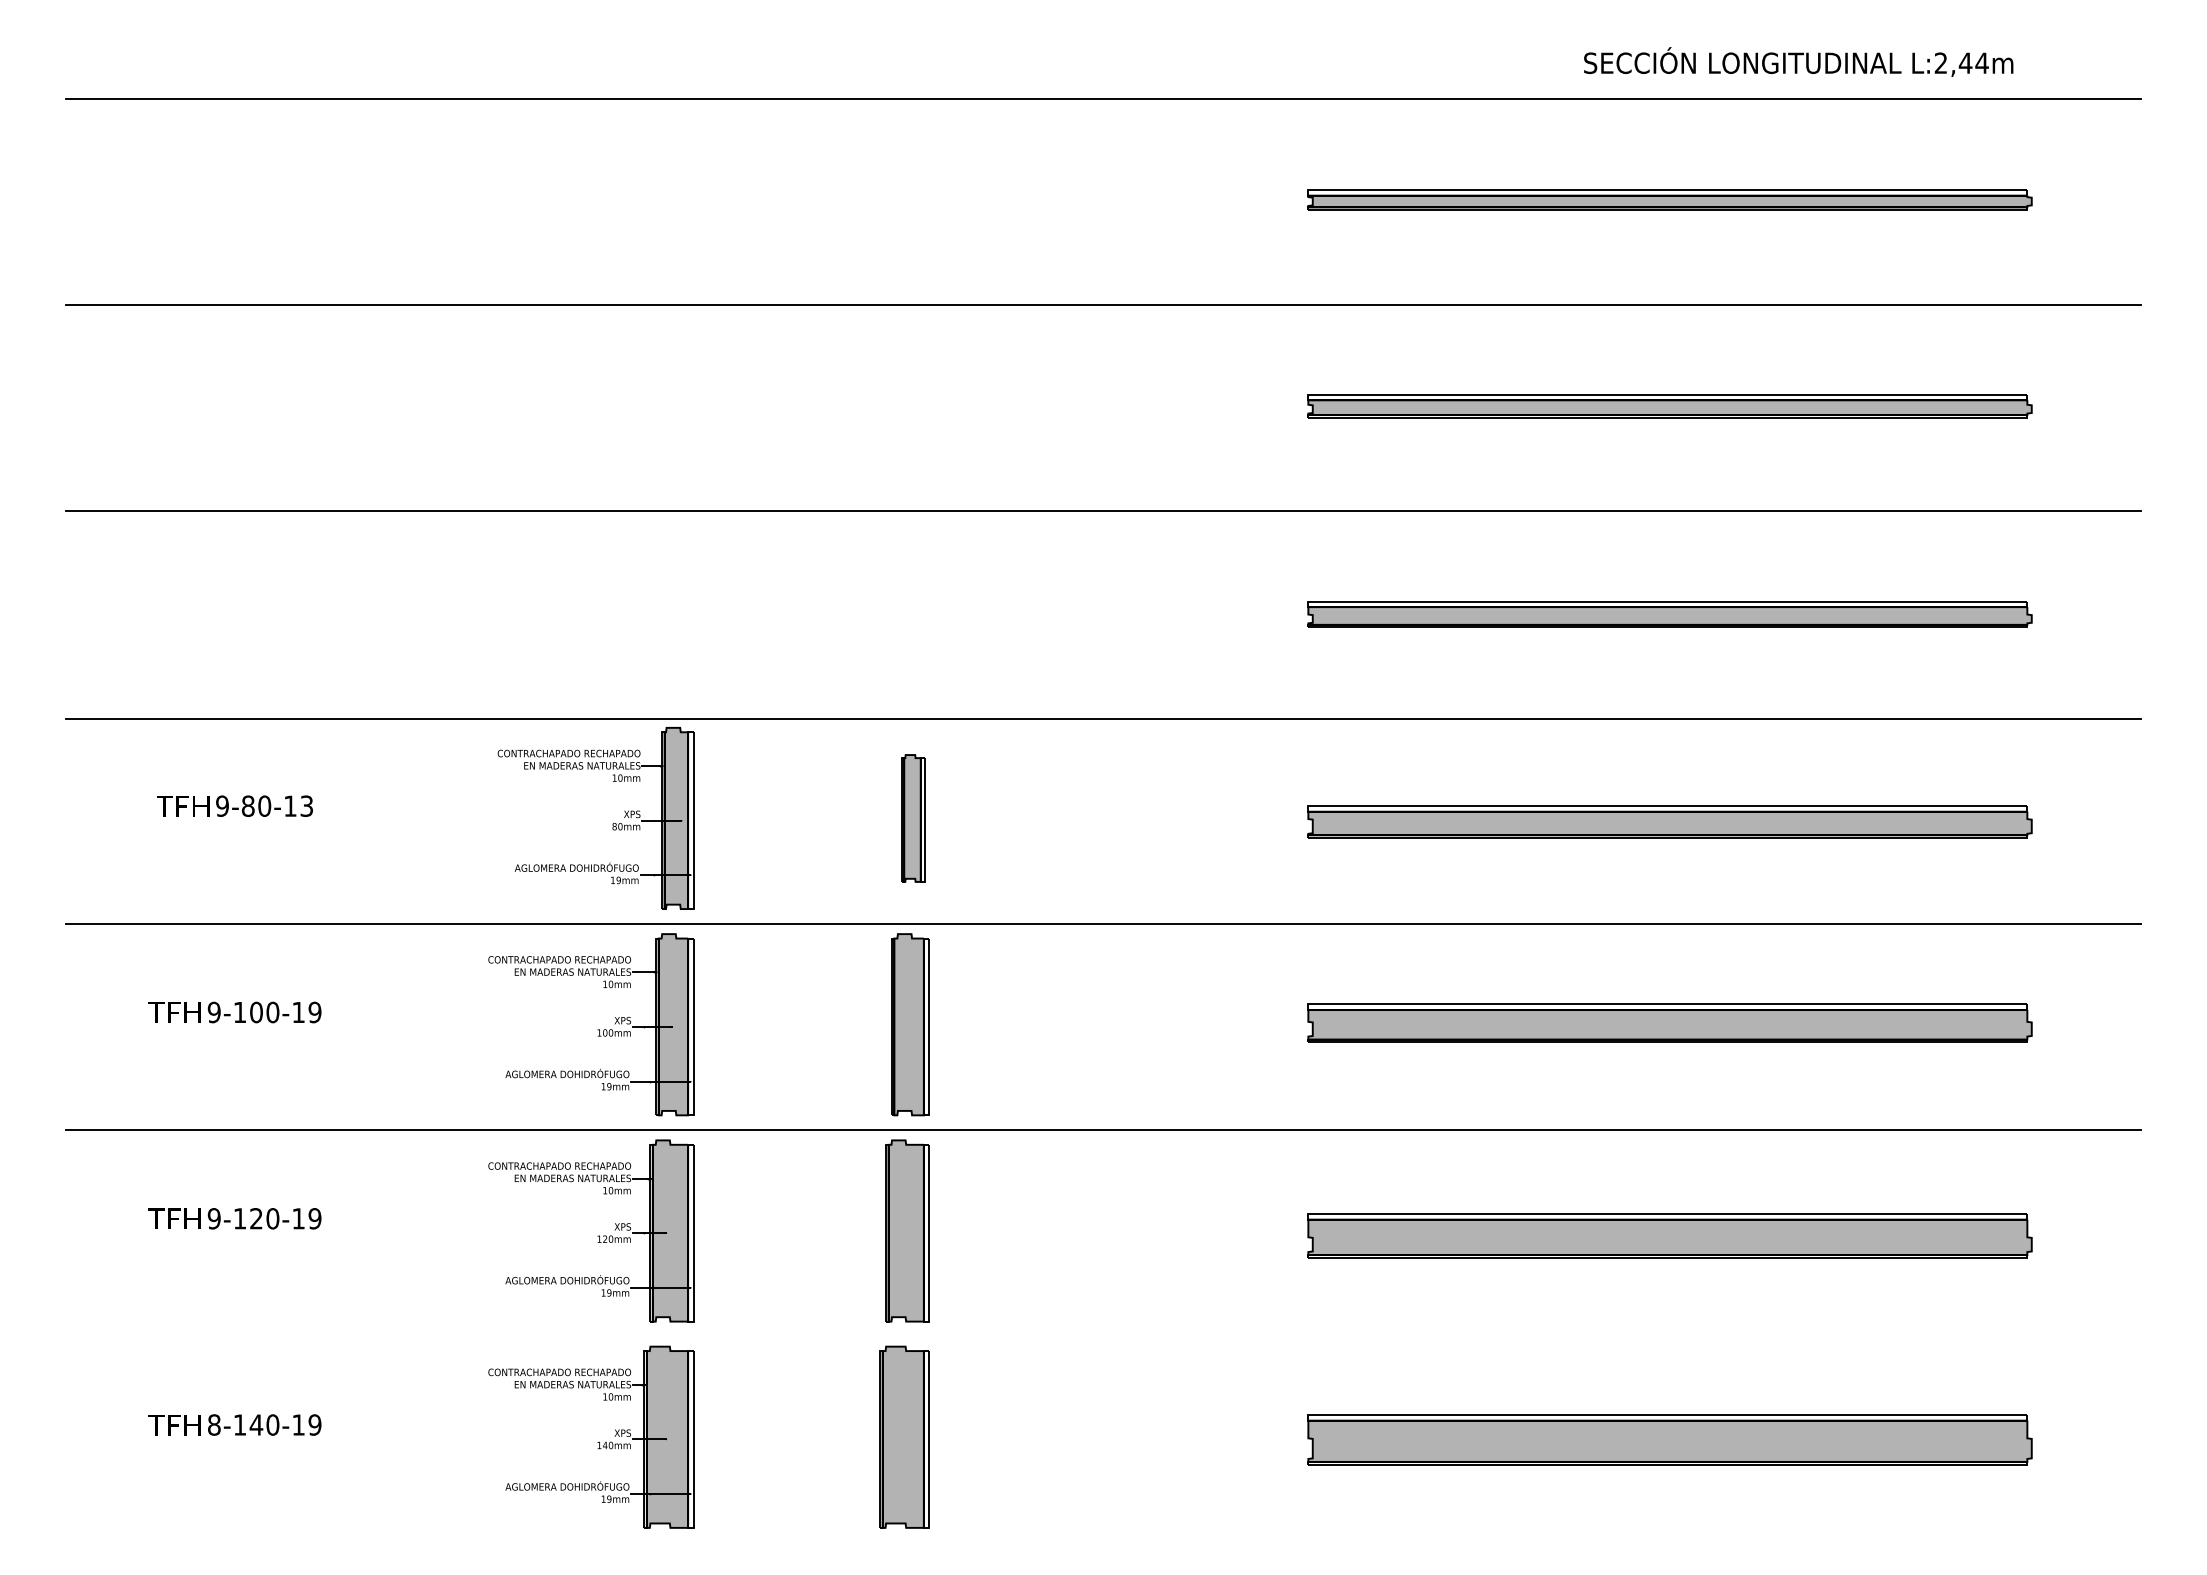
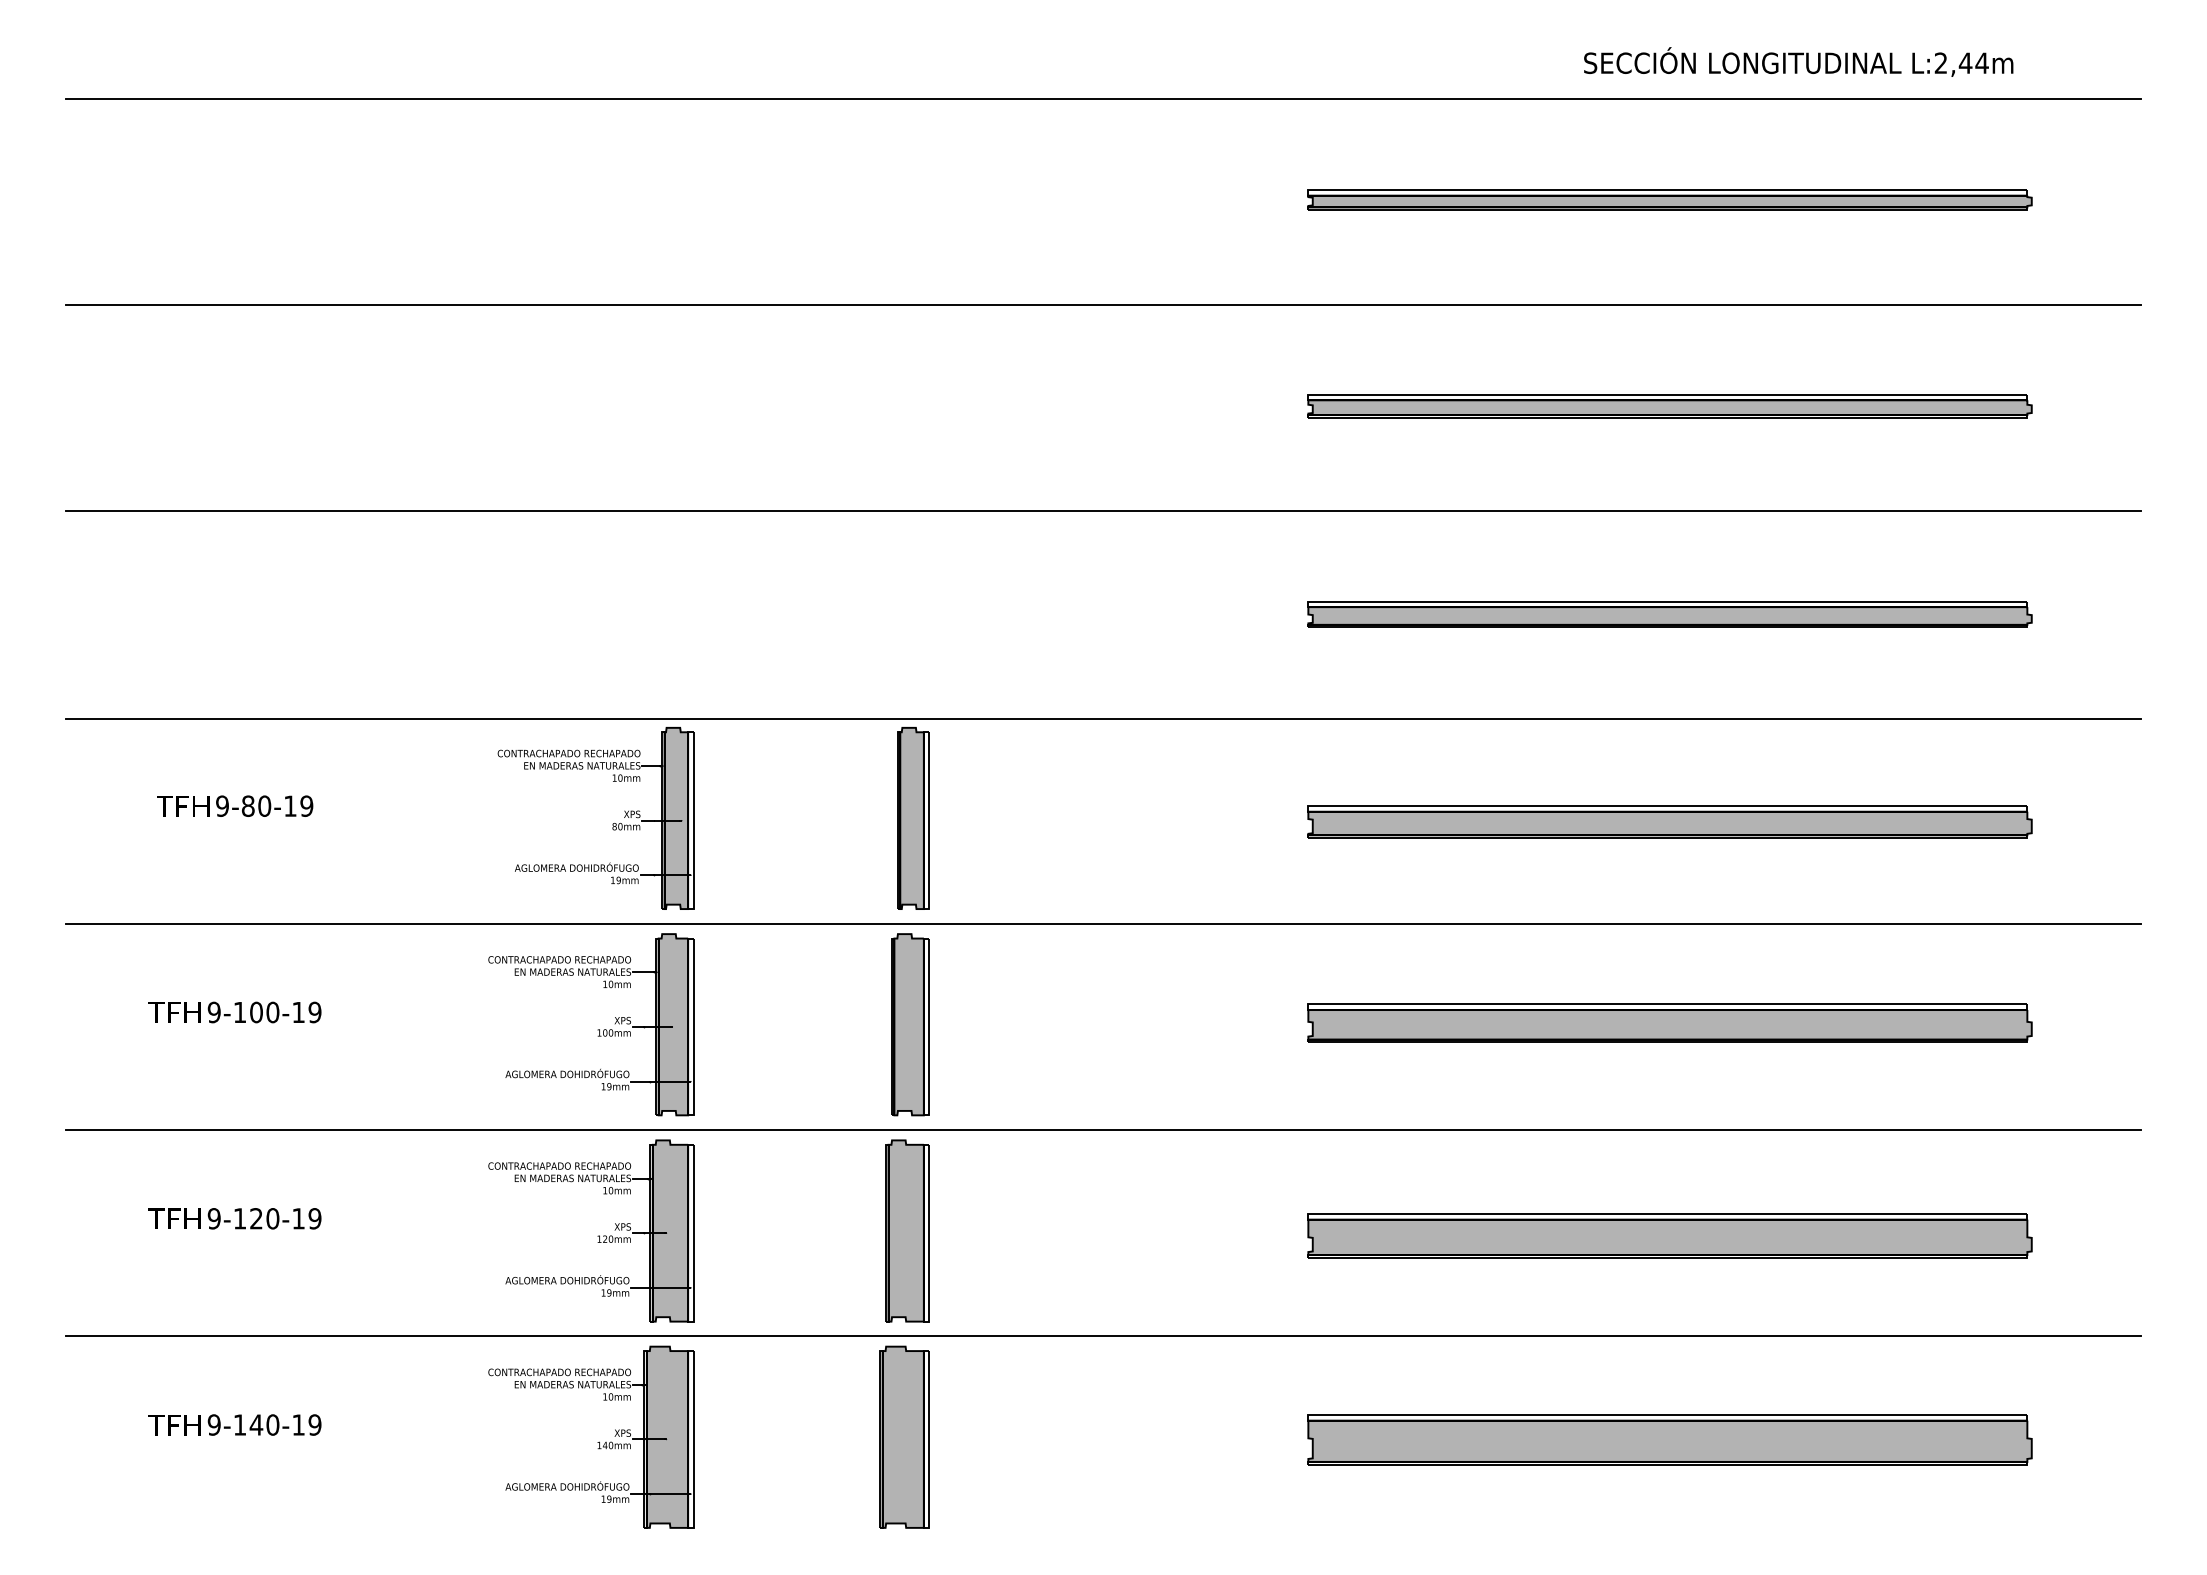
text at (306, 805): 9-80-13 -> 9-80-19
part at (913, 818) size: 25x129 px -> 33x183 px
line at (1103, 1336): none -> present
text at (213, 1424): 8-140-19 -> 9-140-19
